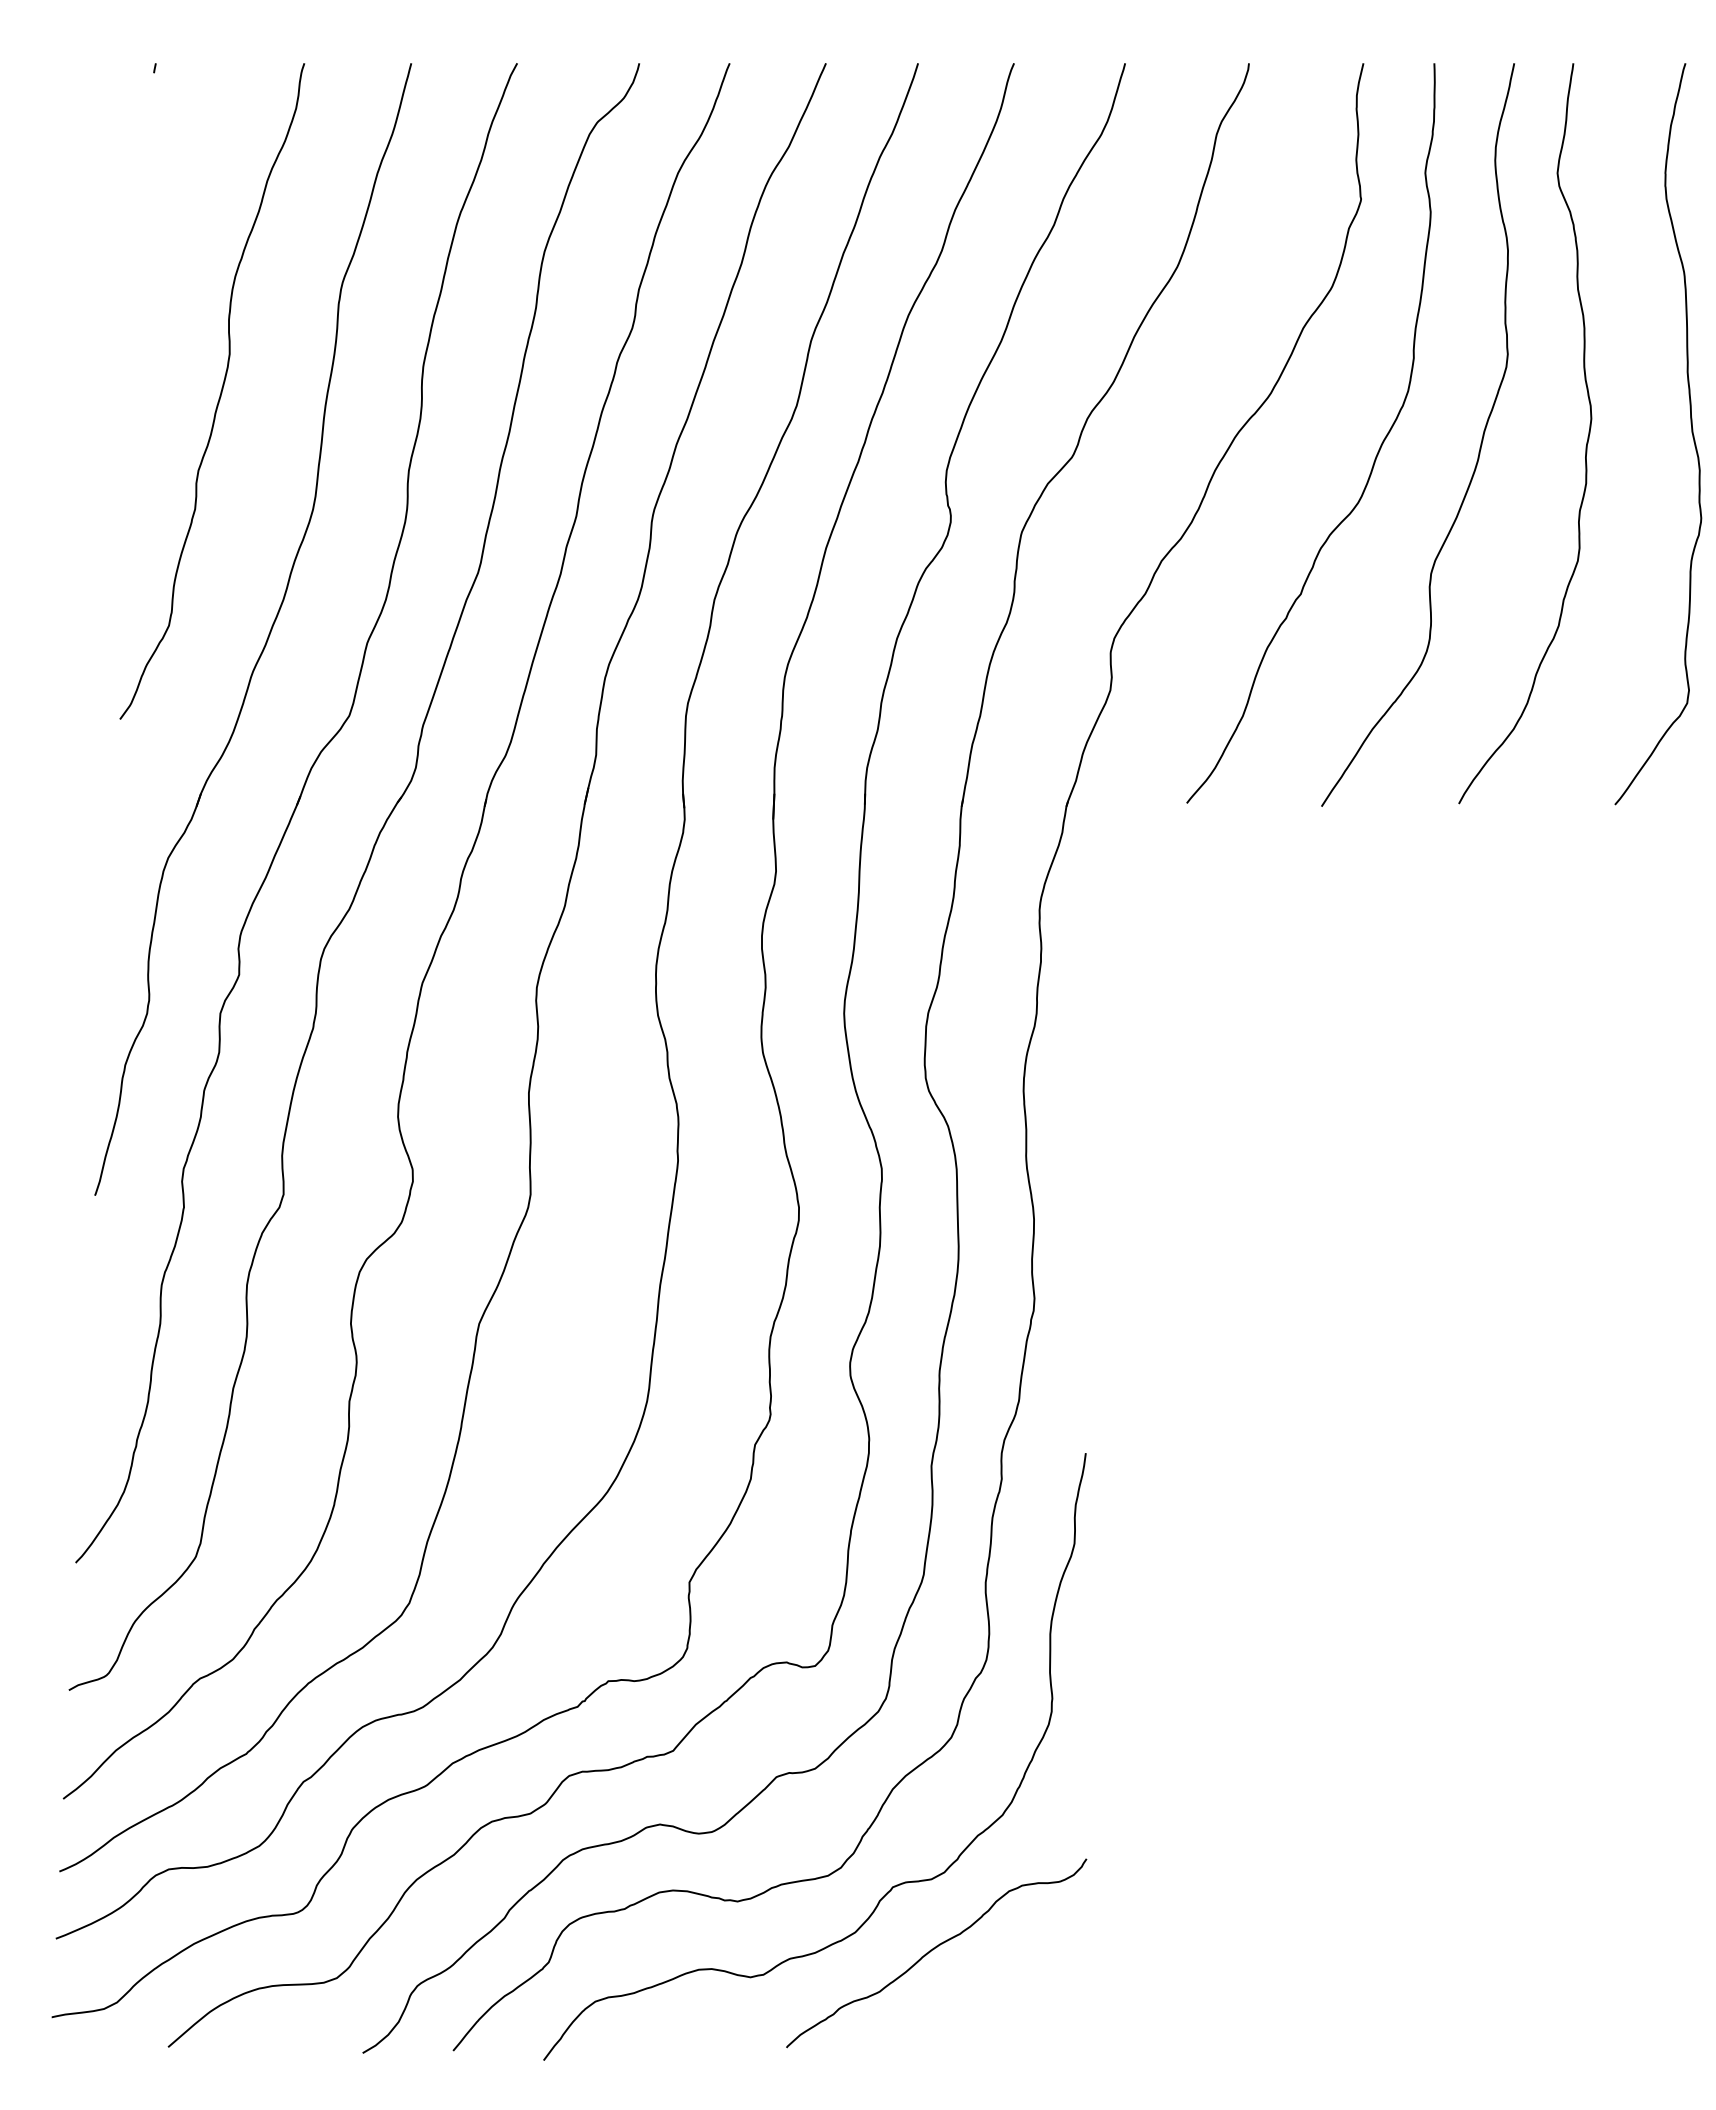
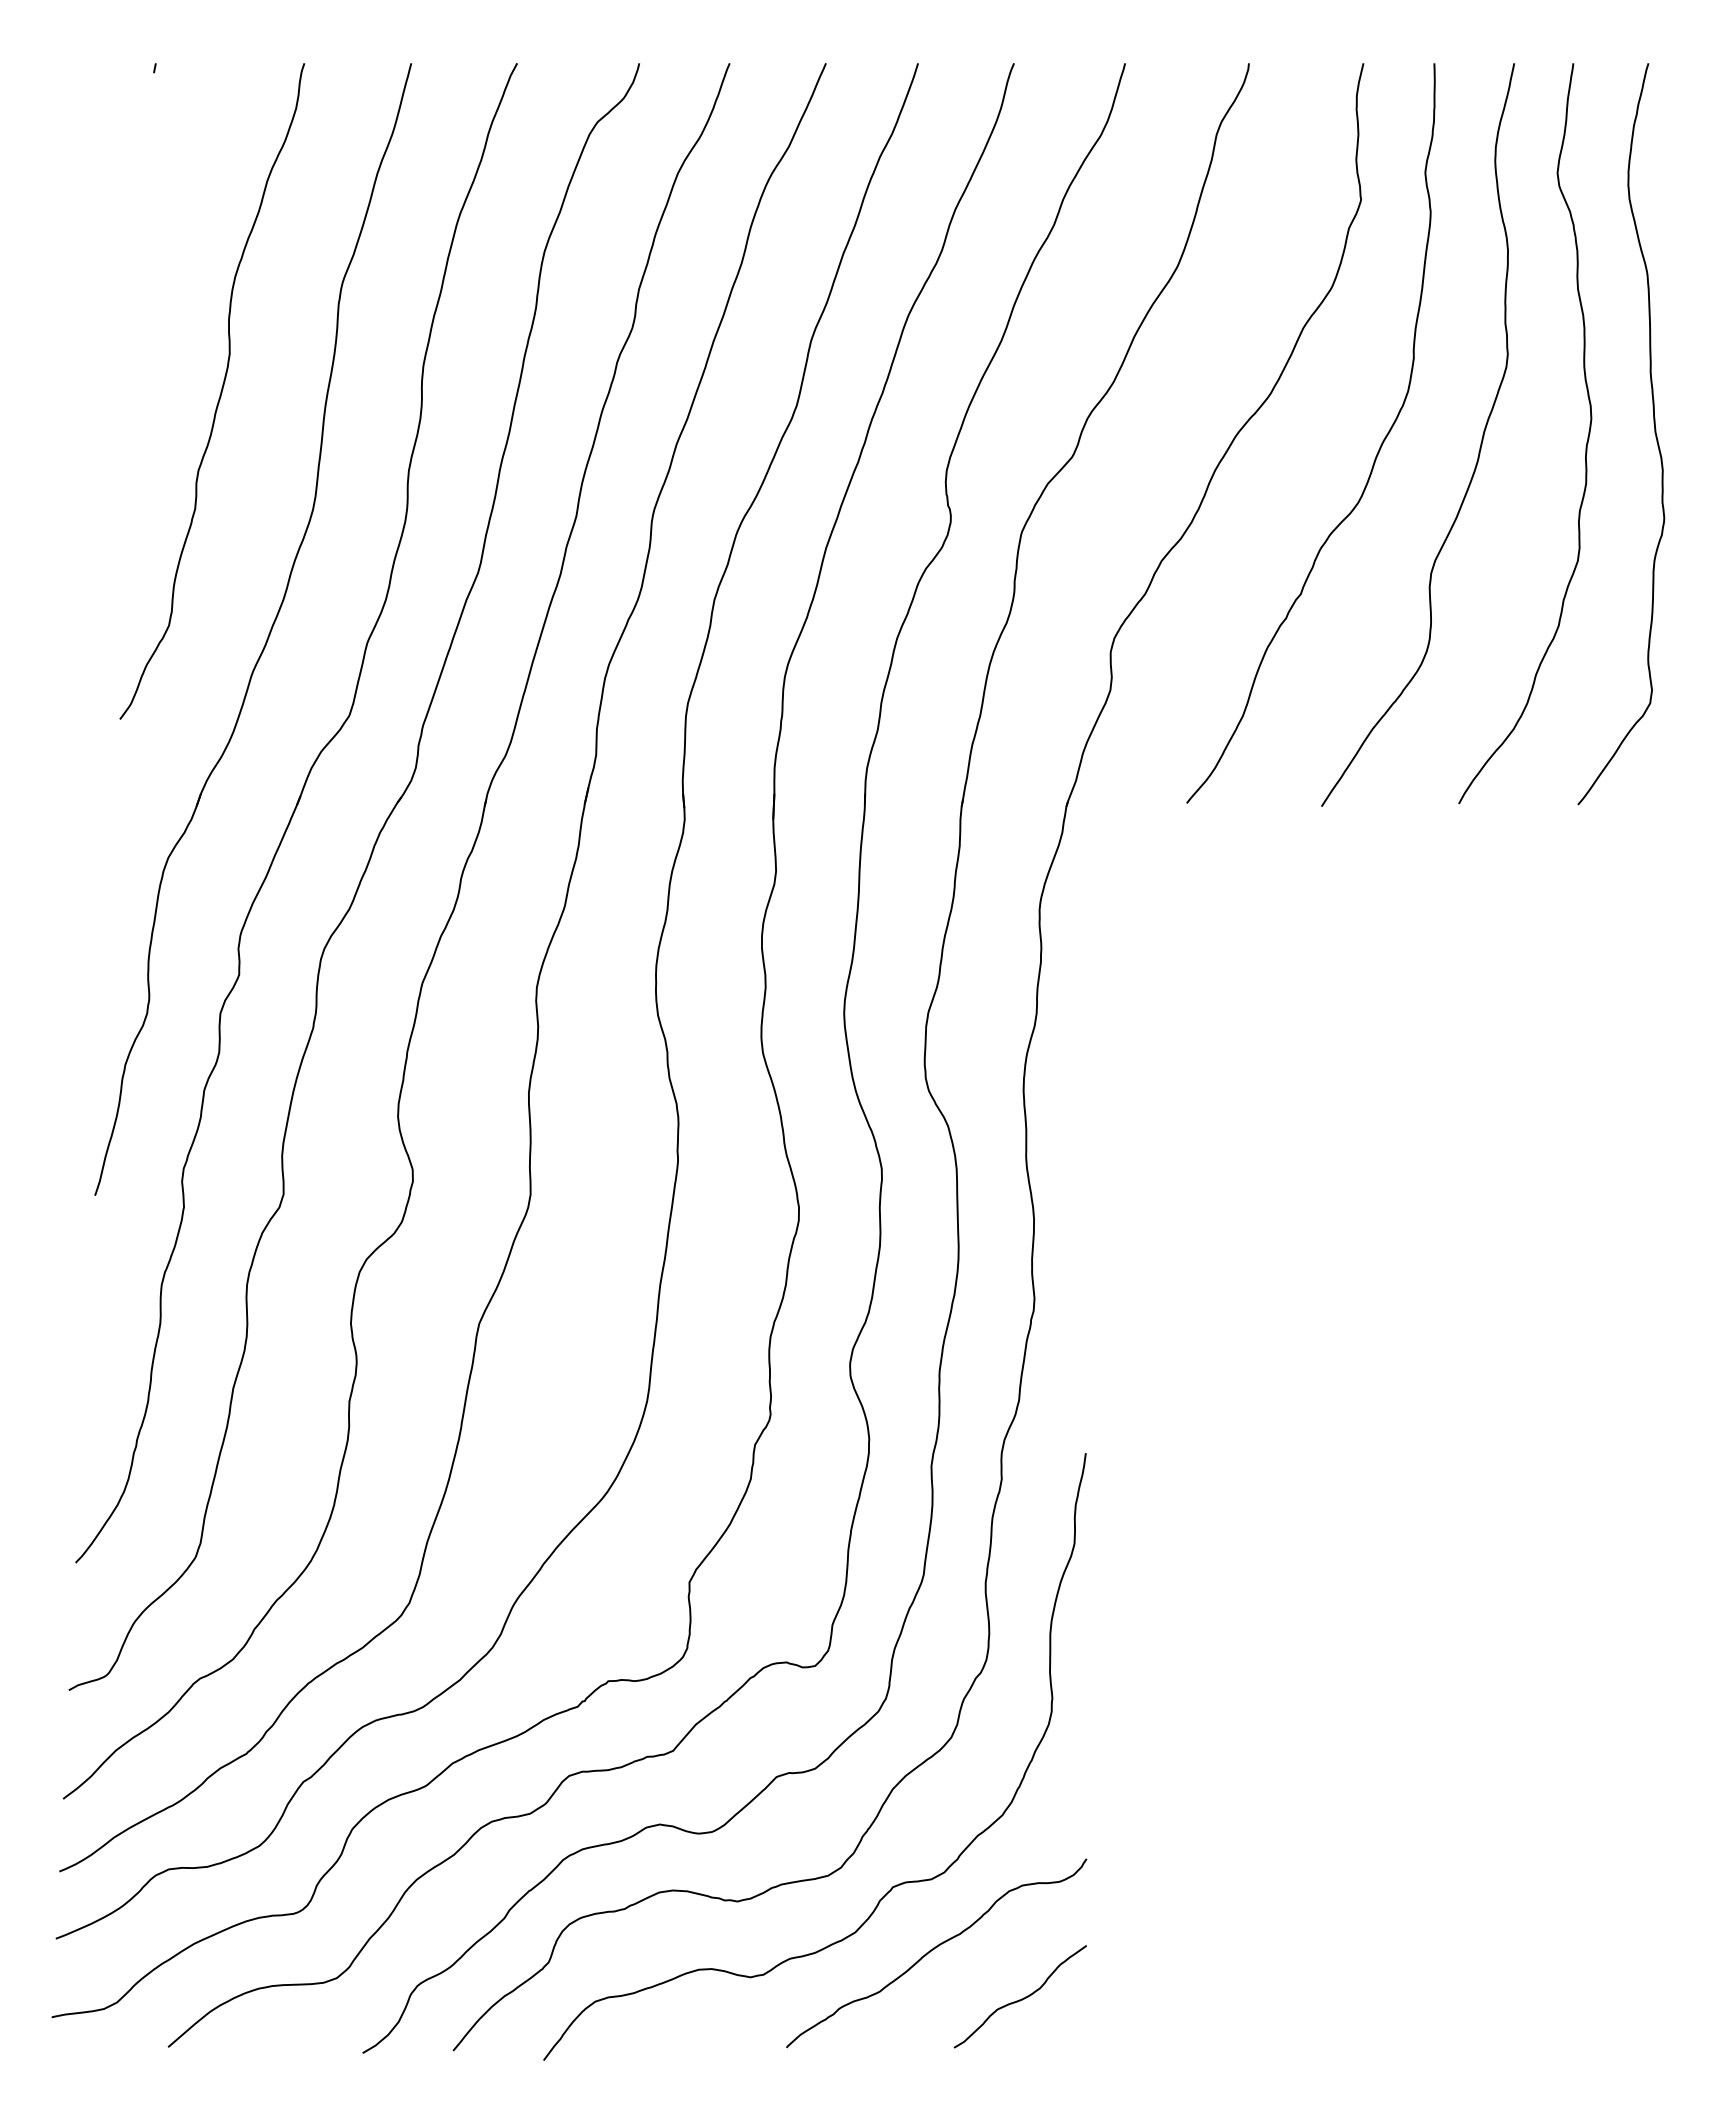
curve at (1691, 433) position: (1691, 433) -> (1654, 433)
curve at (1021, 1998): none -> present
